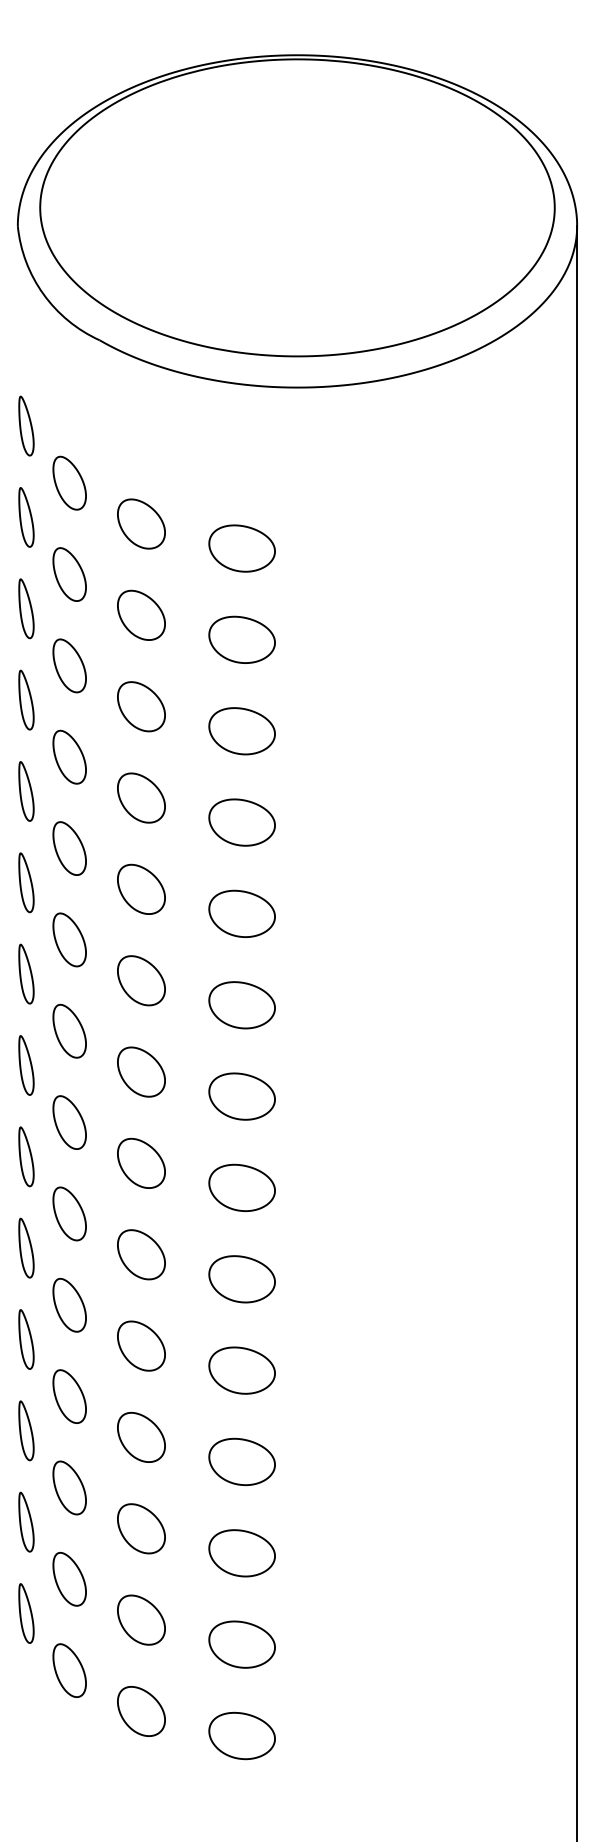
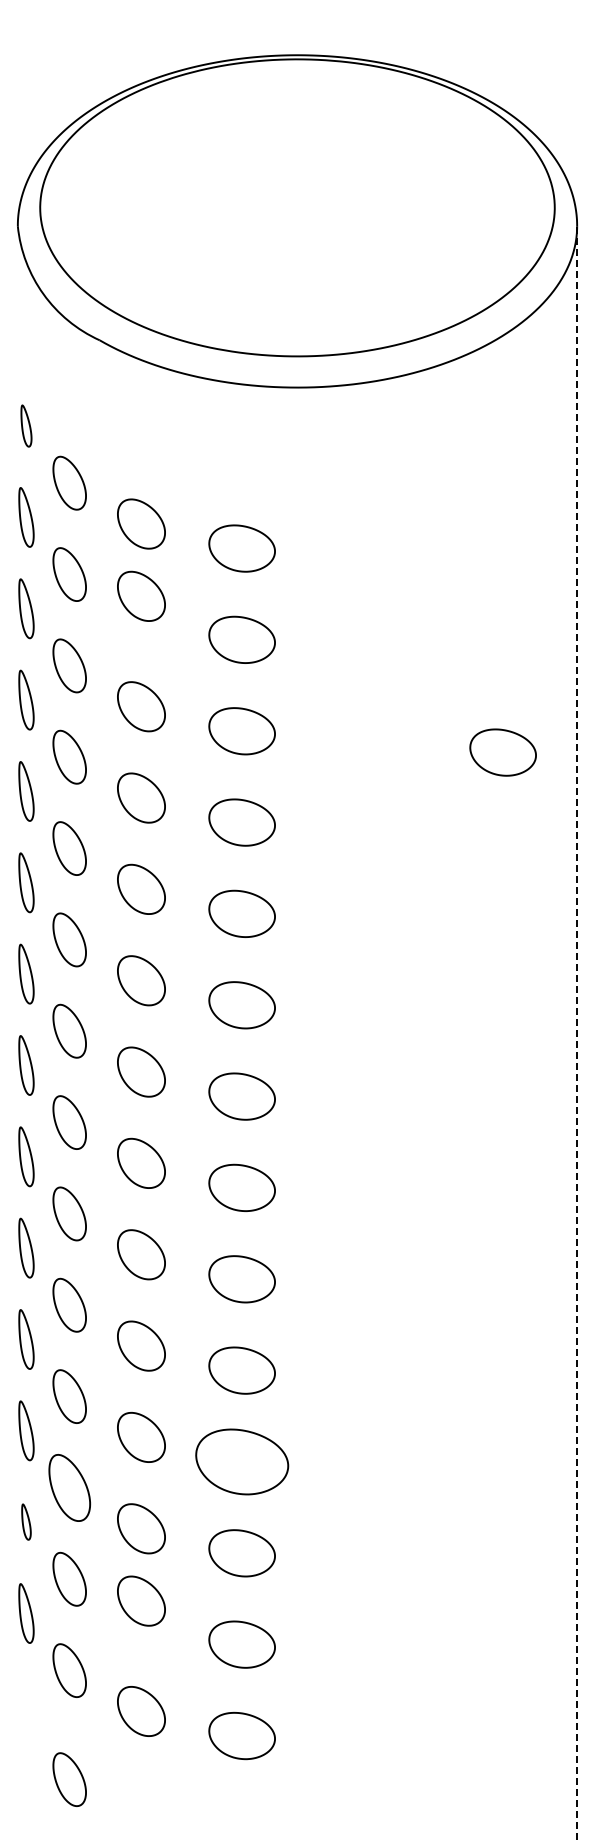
part at (26, 425) size: 17x62 px -> 13x44 px
part at (141, 614) position: (141, 614) -> (141, 595)
part at (502, 752): none -> present
line at (577, 1033): solid -> dashed
part at (241, 1461) size: 68x50 px -> 95x68 px
part at (69, 1487) size: 35x56 px -> 44x68 px
part at (26, 1521) size: 17x62 px -> 11x38 px
part at (141, 1619) position: (141, 1619) -> (141, 1600)
part at (69, 1779): none -> present
